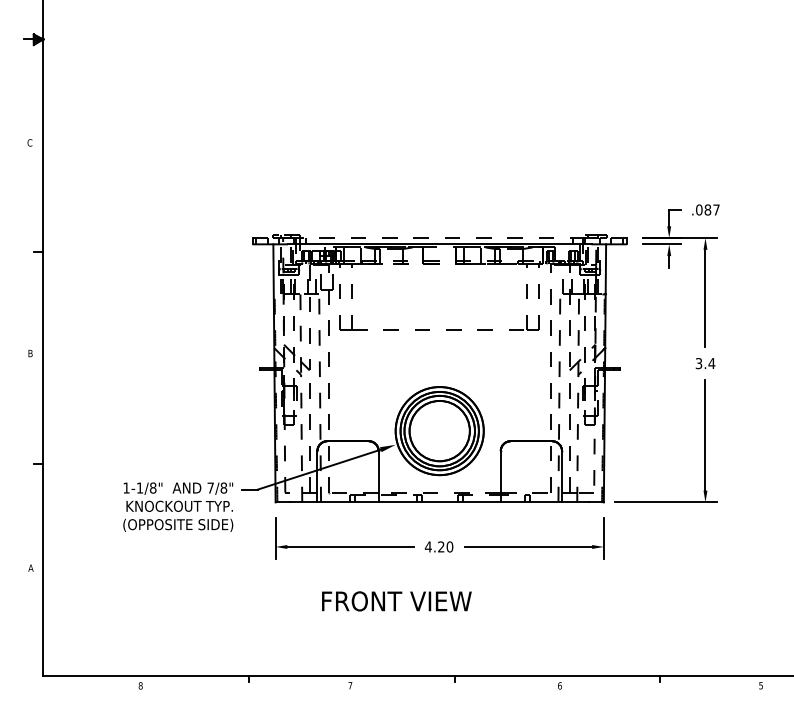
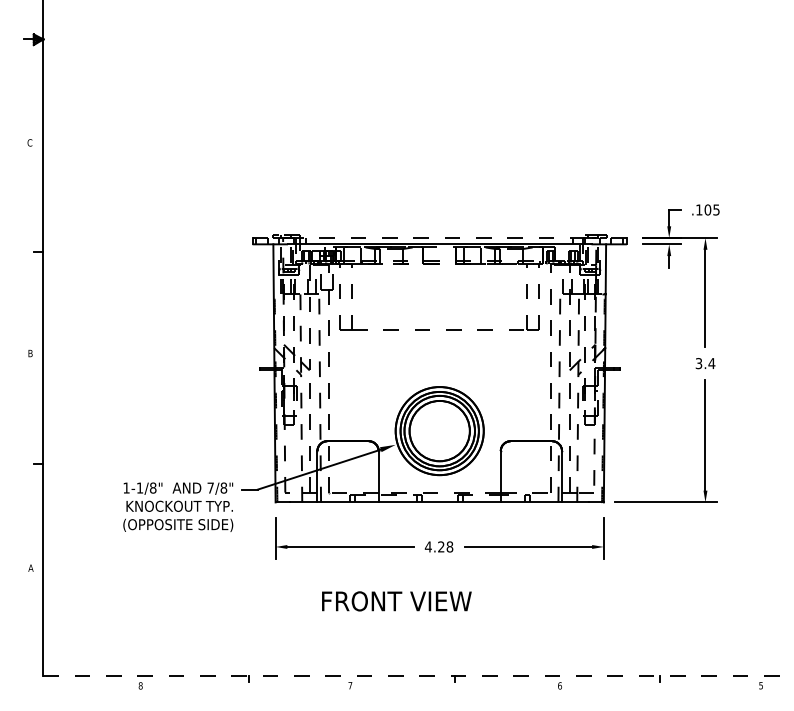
text at (707, 209): .087 -> .105
text at (449, 546): 4.20 -> 4.28
line at (418, 675): solid -> dashed
